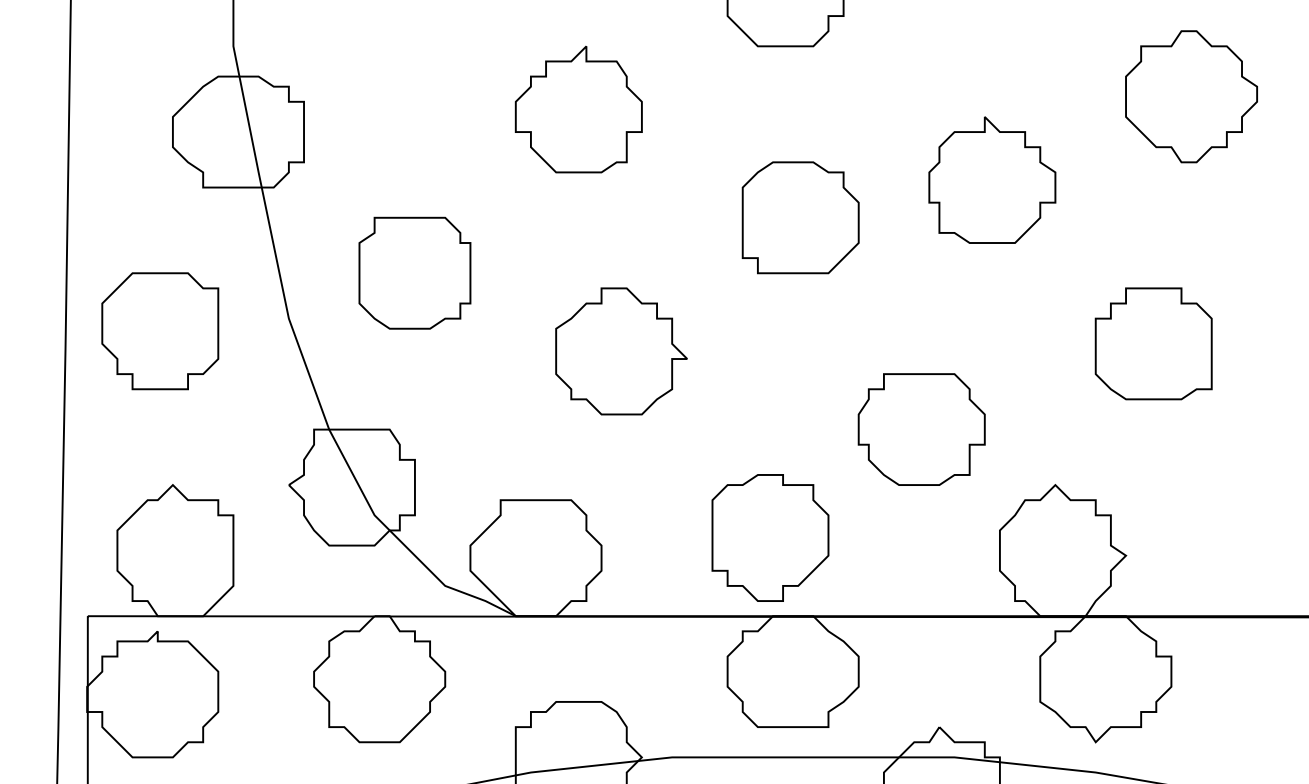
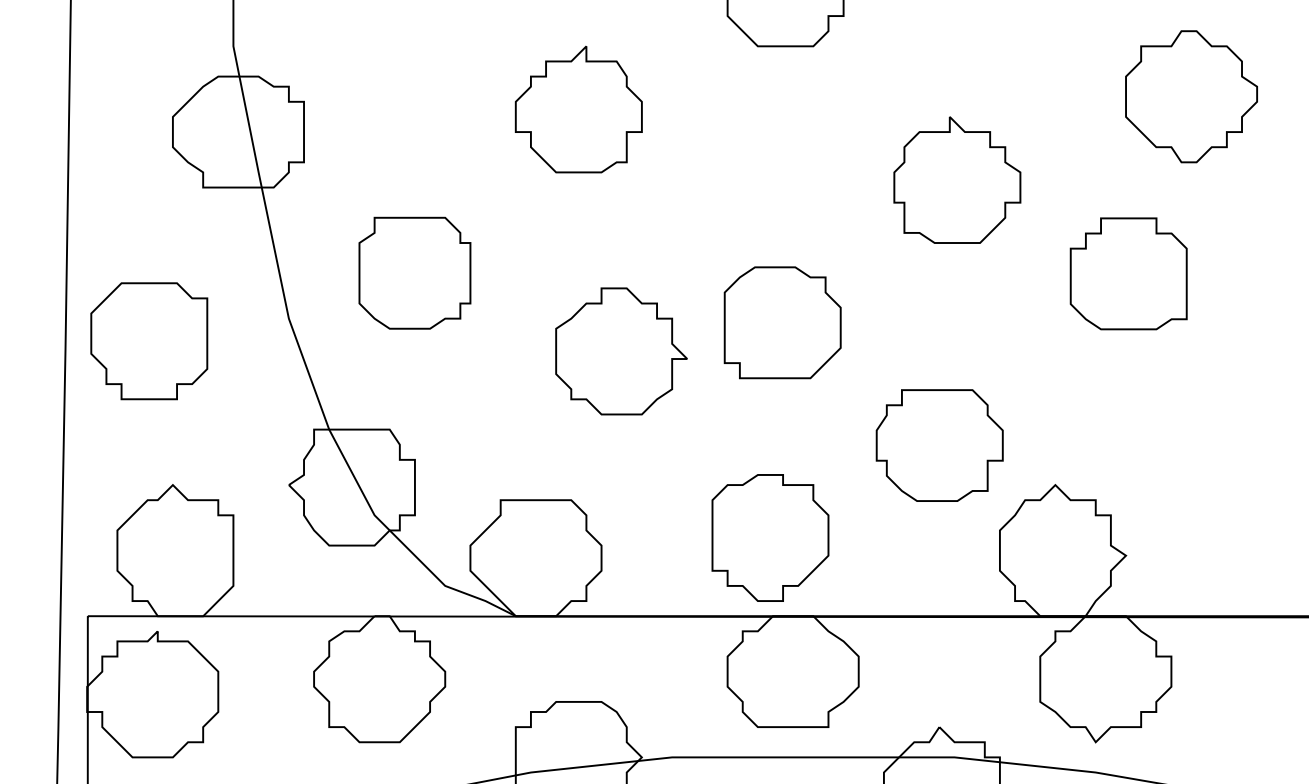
part at (992, 179) position: (992, 179) -> (957, 179)
part at (800, 217) position: (800, 217) -> (782, 322)
part at (160, 331) position: (160, 331) -> (149, 341)
part at (1153, 343) position: (1153, 343) -> (1128, 273)
part at (921, 429) position: (921, 429) -> (939, 445)
